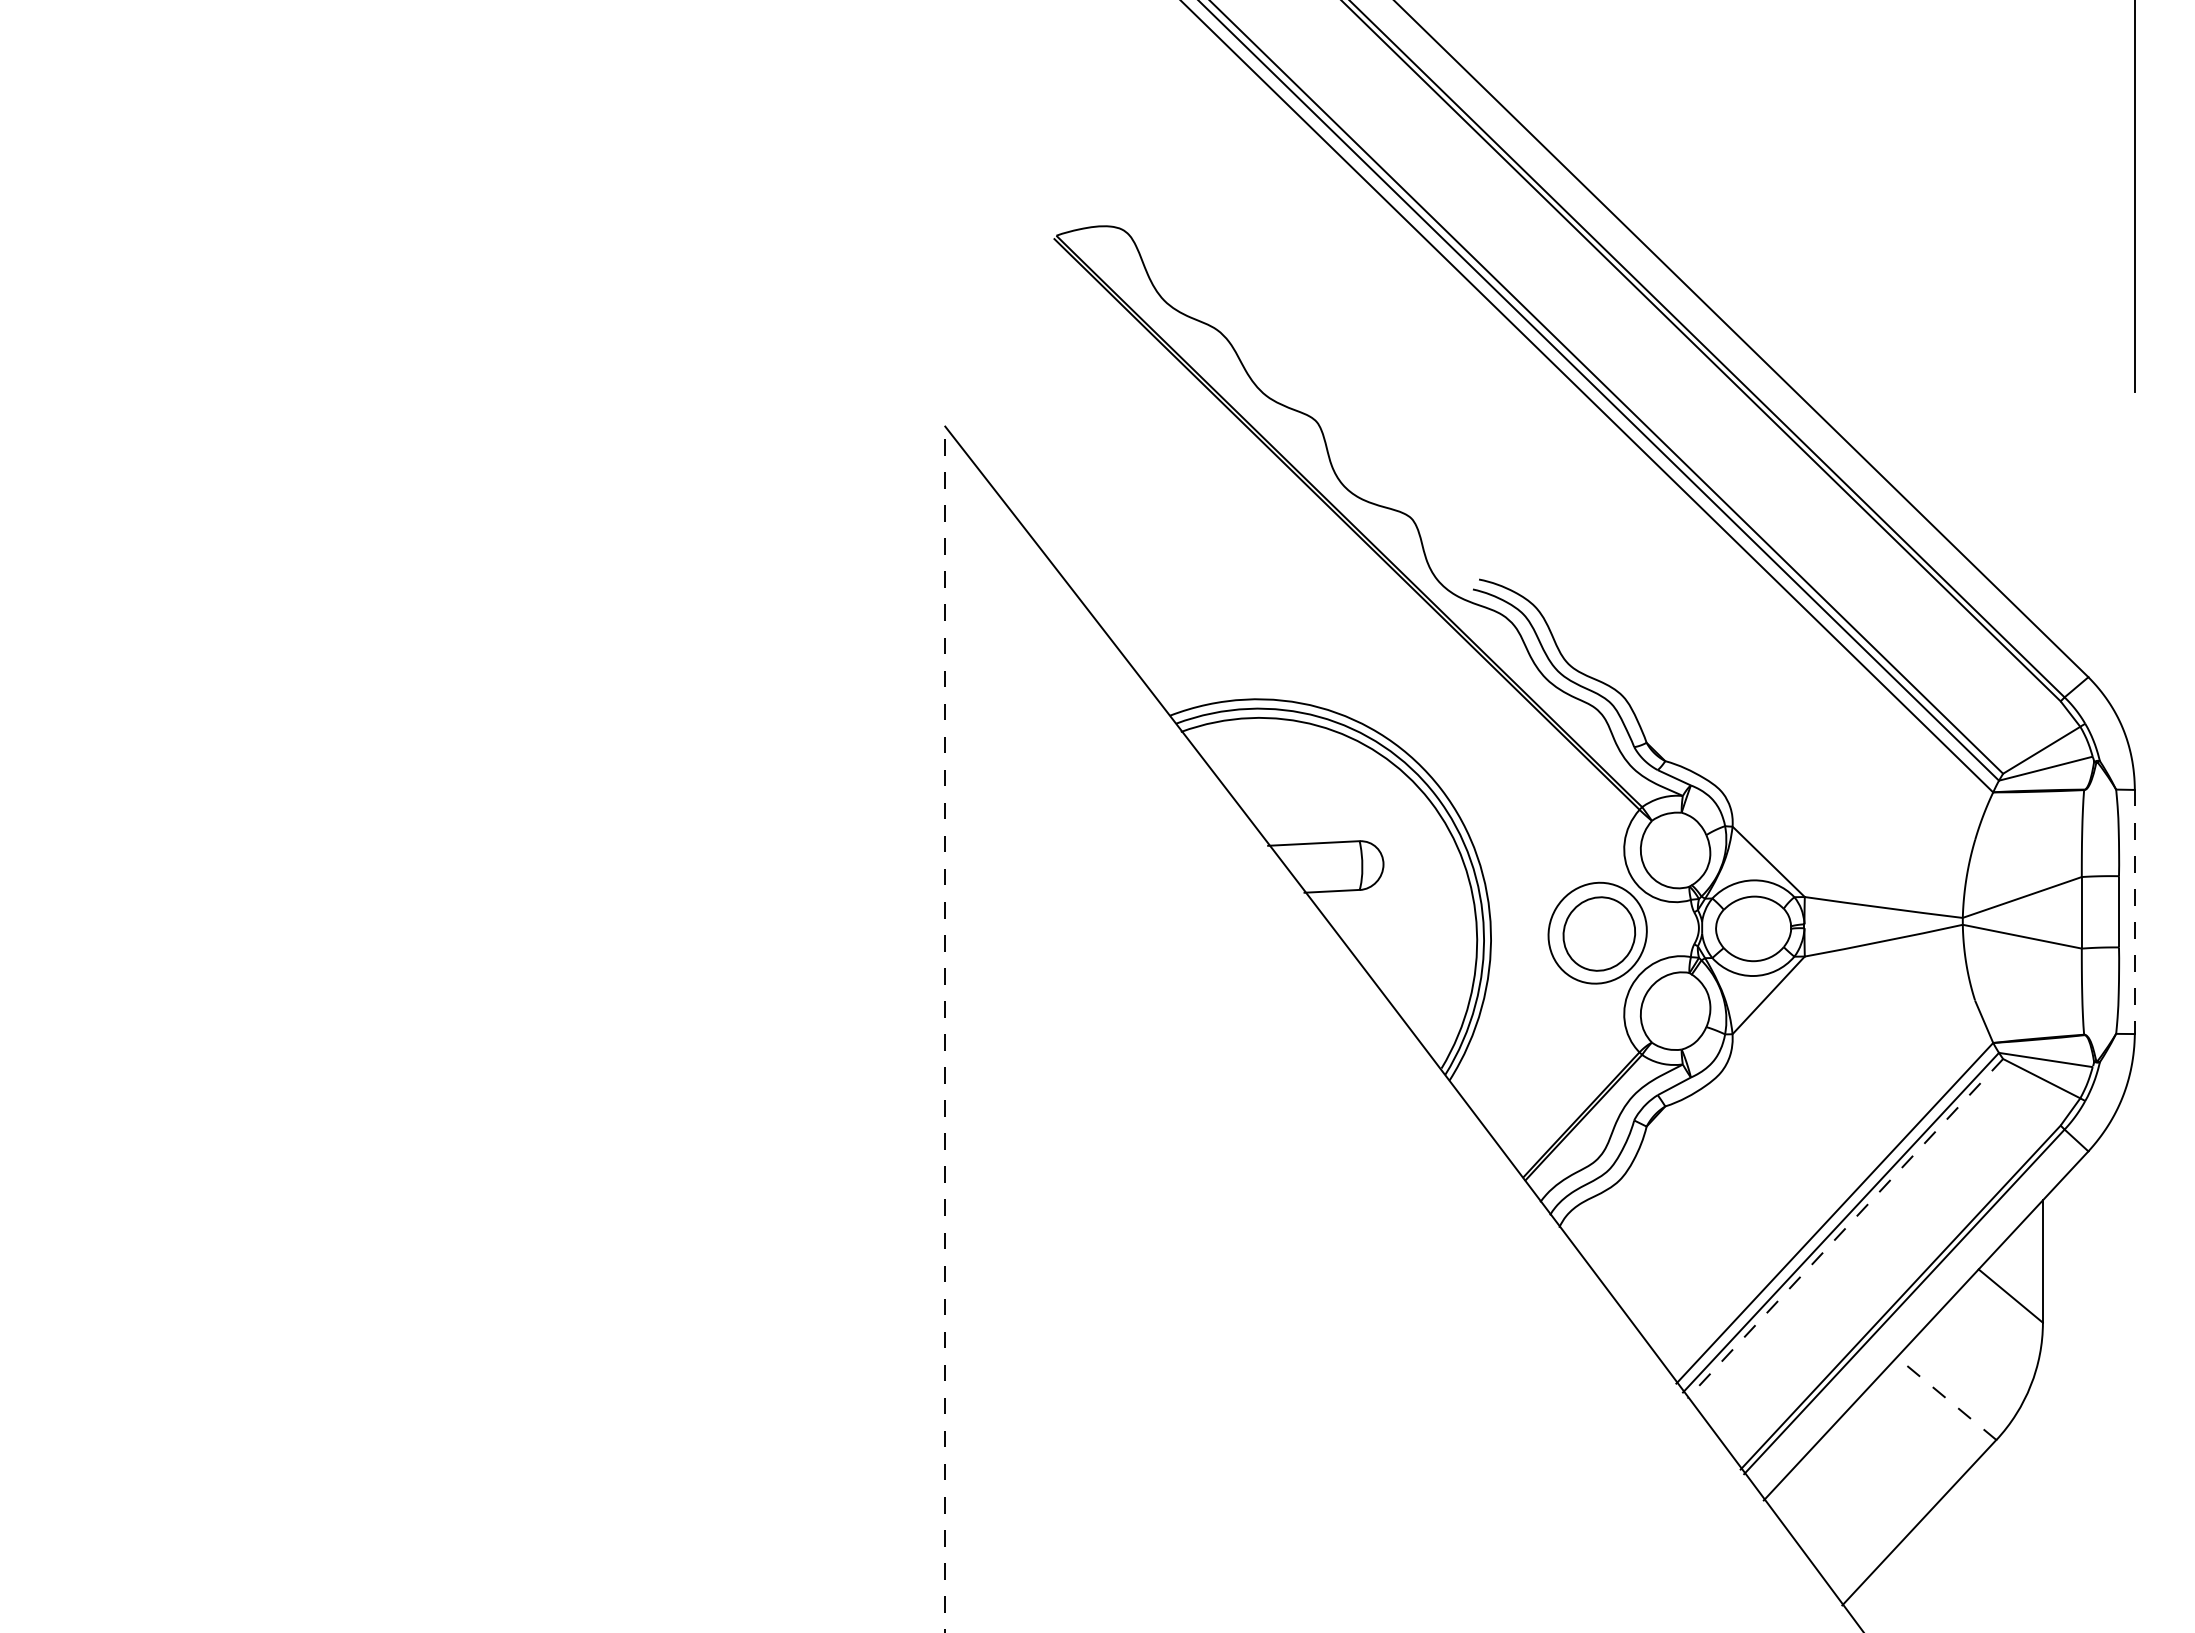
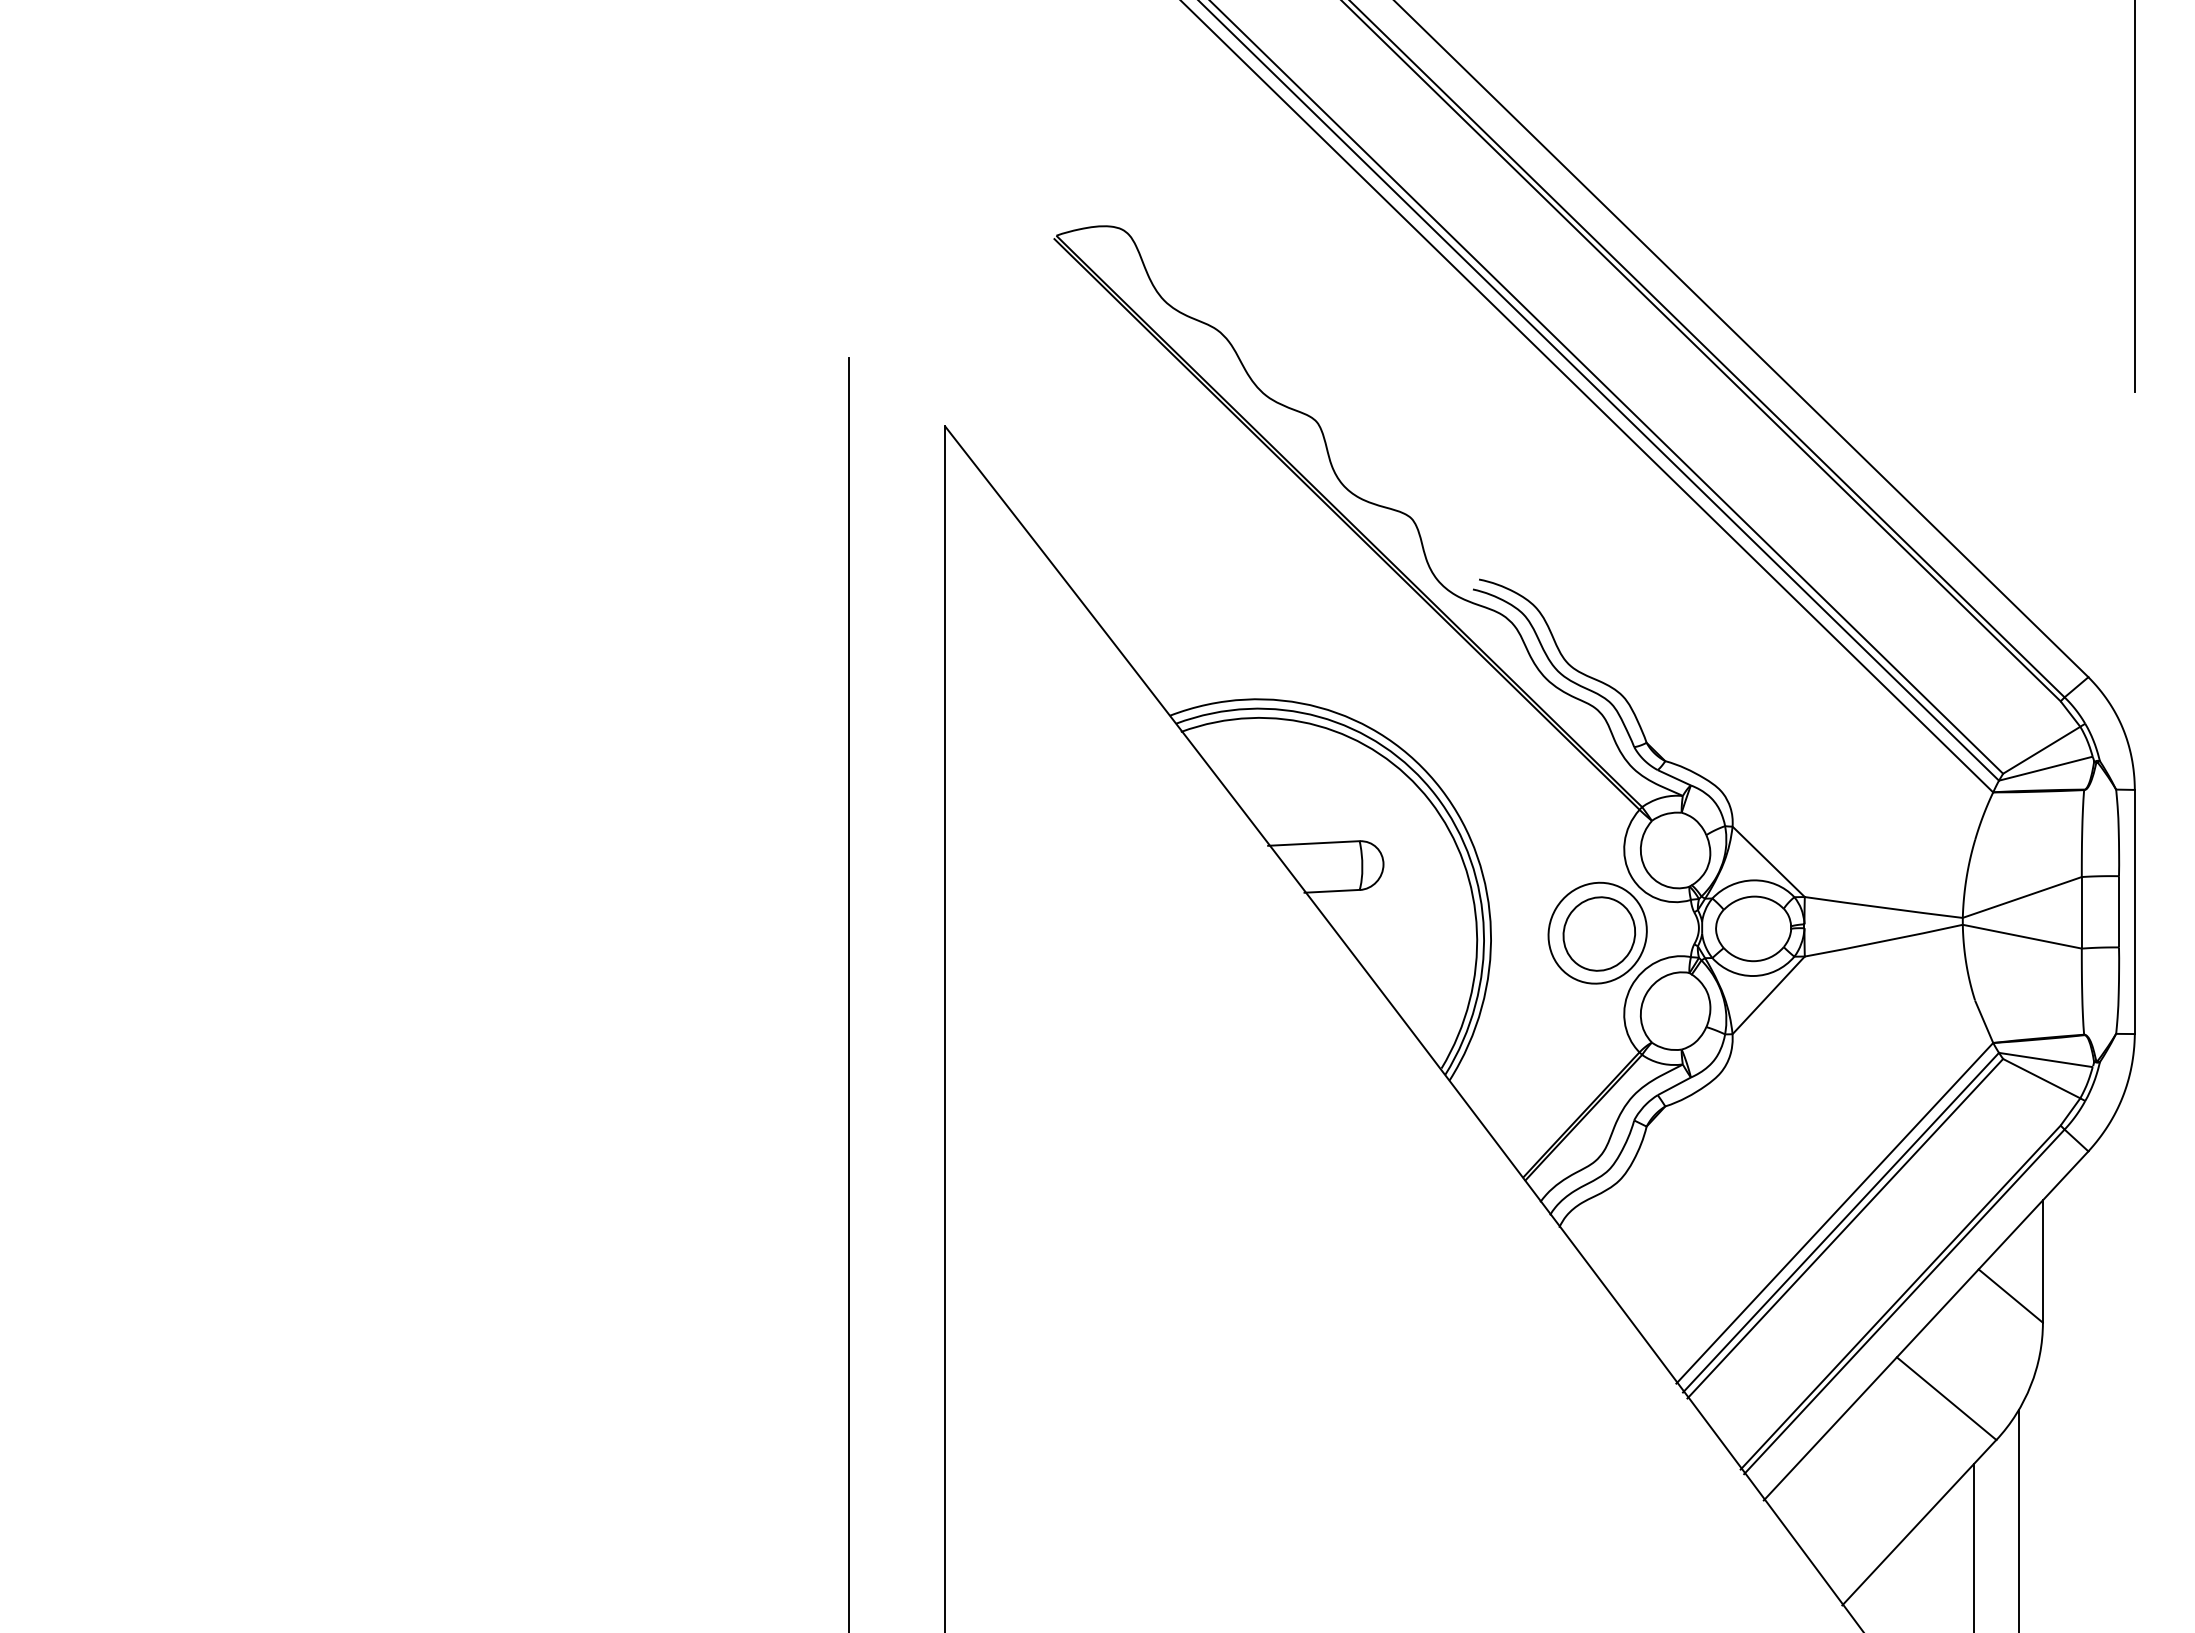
line at (2134, 912): dashed -> solid
line at (848, 993): none -> present
line at (944, 1028): dashed -> solid
line at (1845, 1228): dashed -> solid
line at (1946, 1398): dashed -> solid
line at (2019, 1519): none -> present
line at (1974, 1546): none -> present
